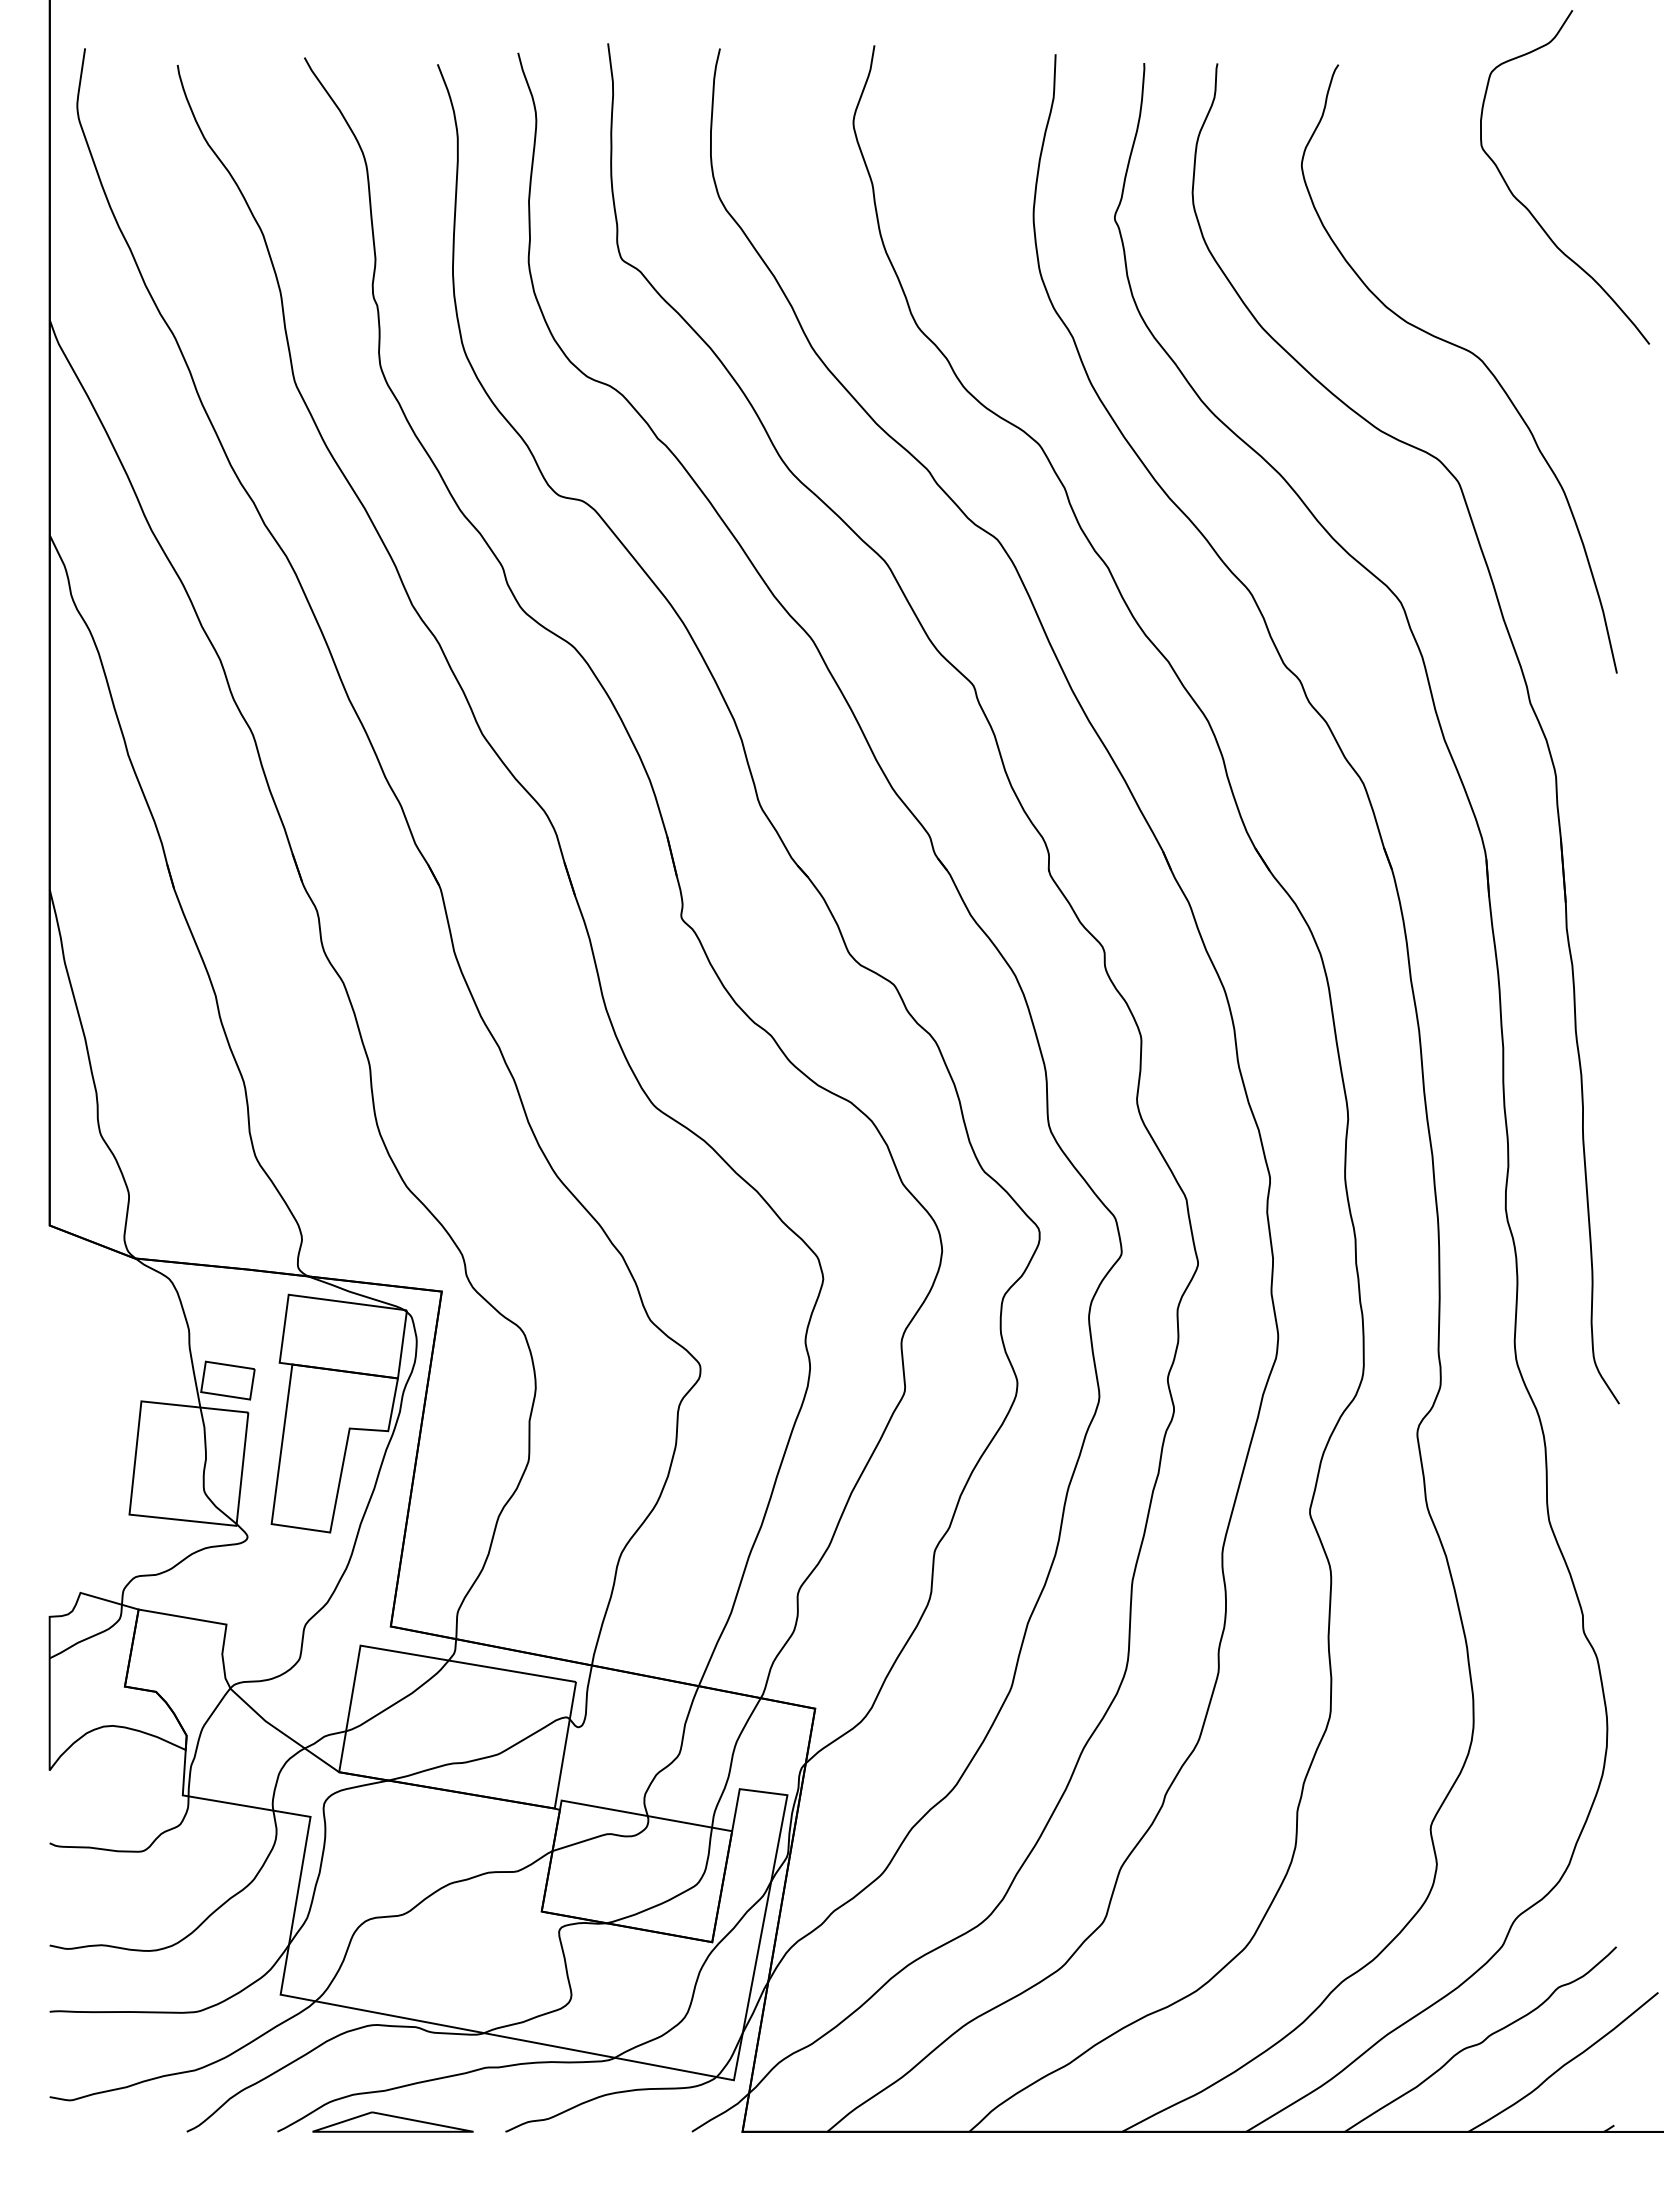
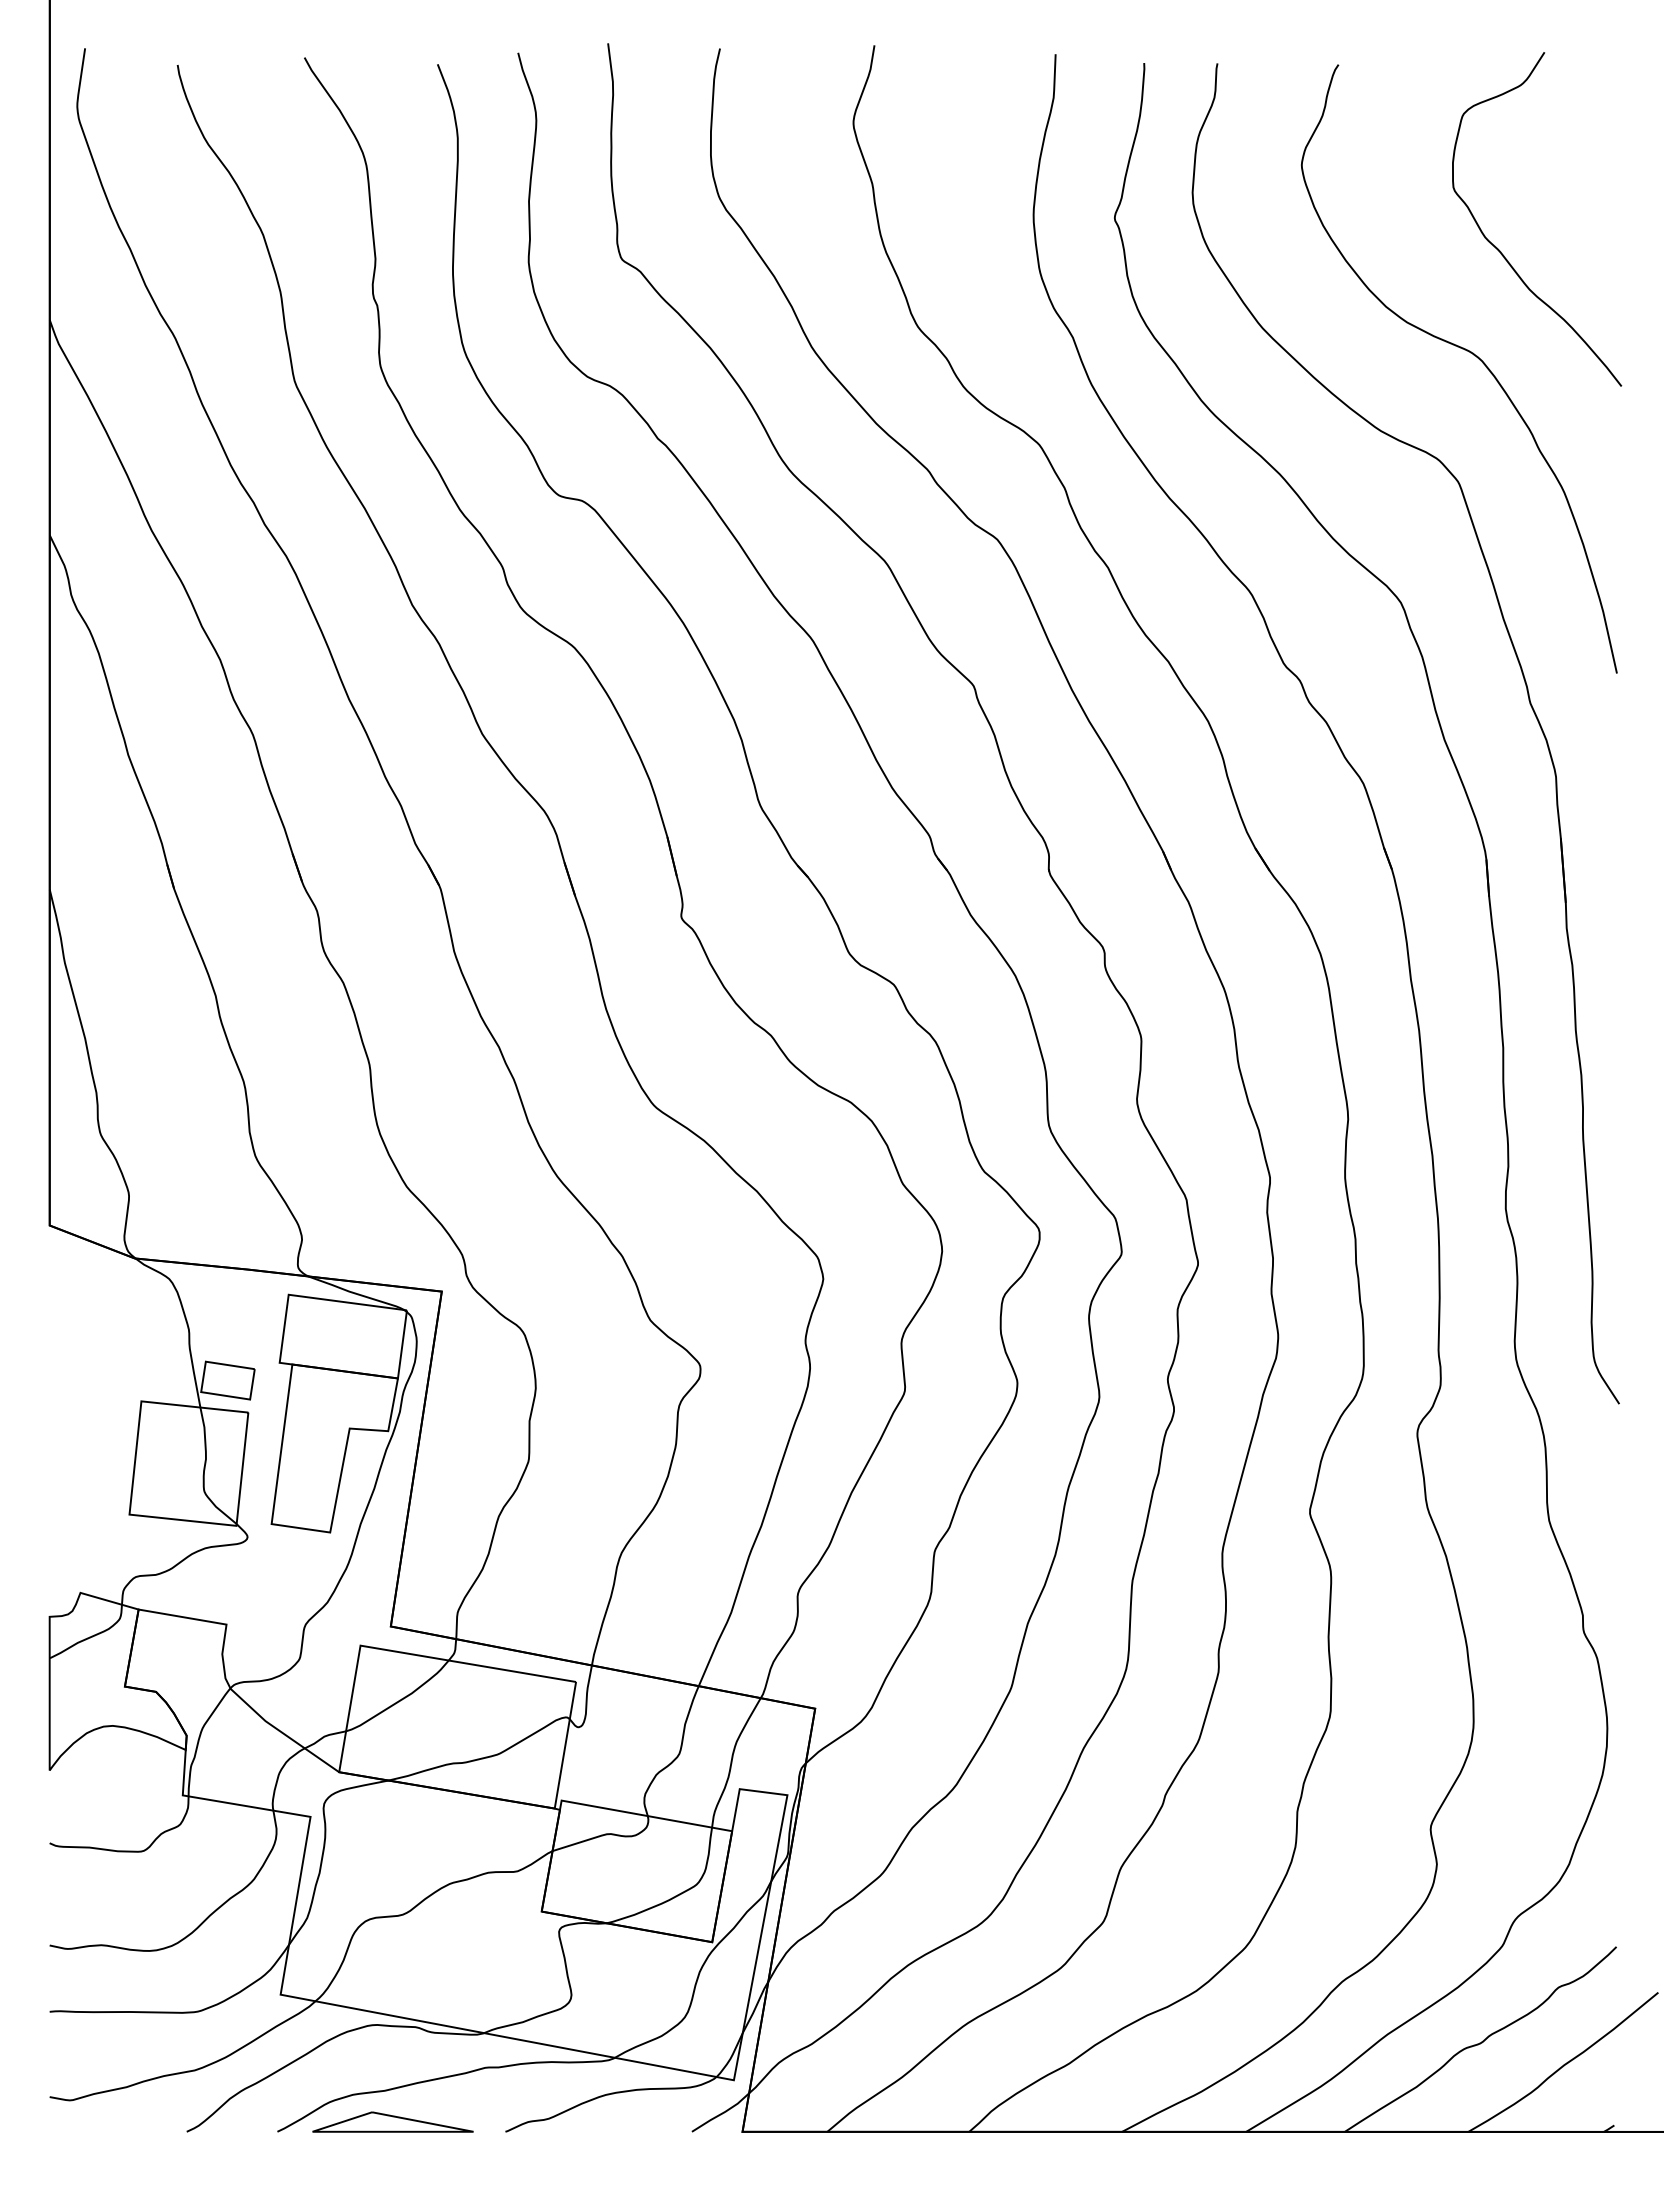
curve at (1529, 209) position: (1529, 209) -> (1501, 251)
